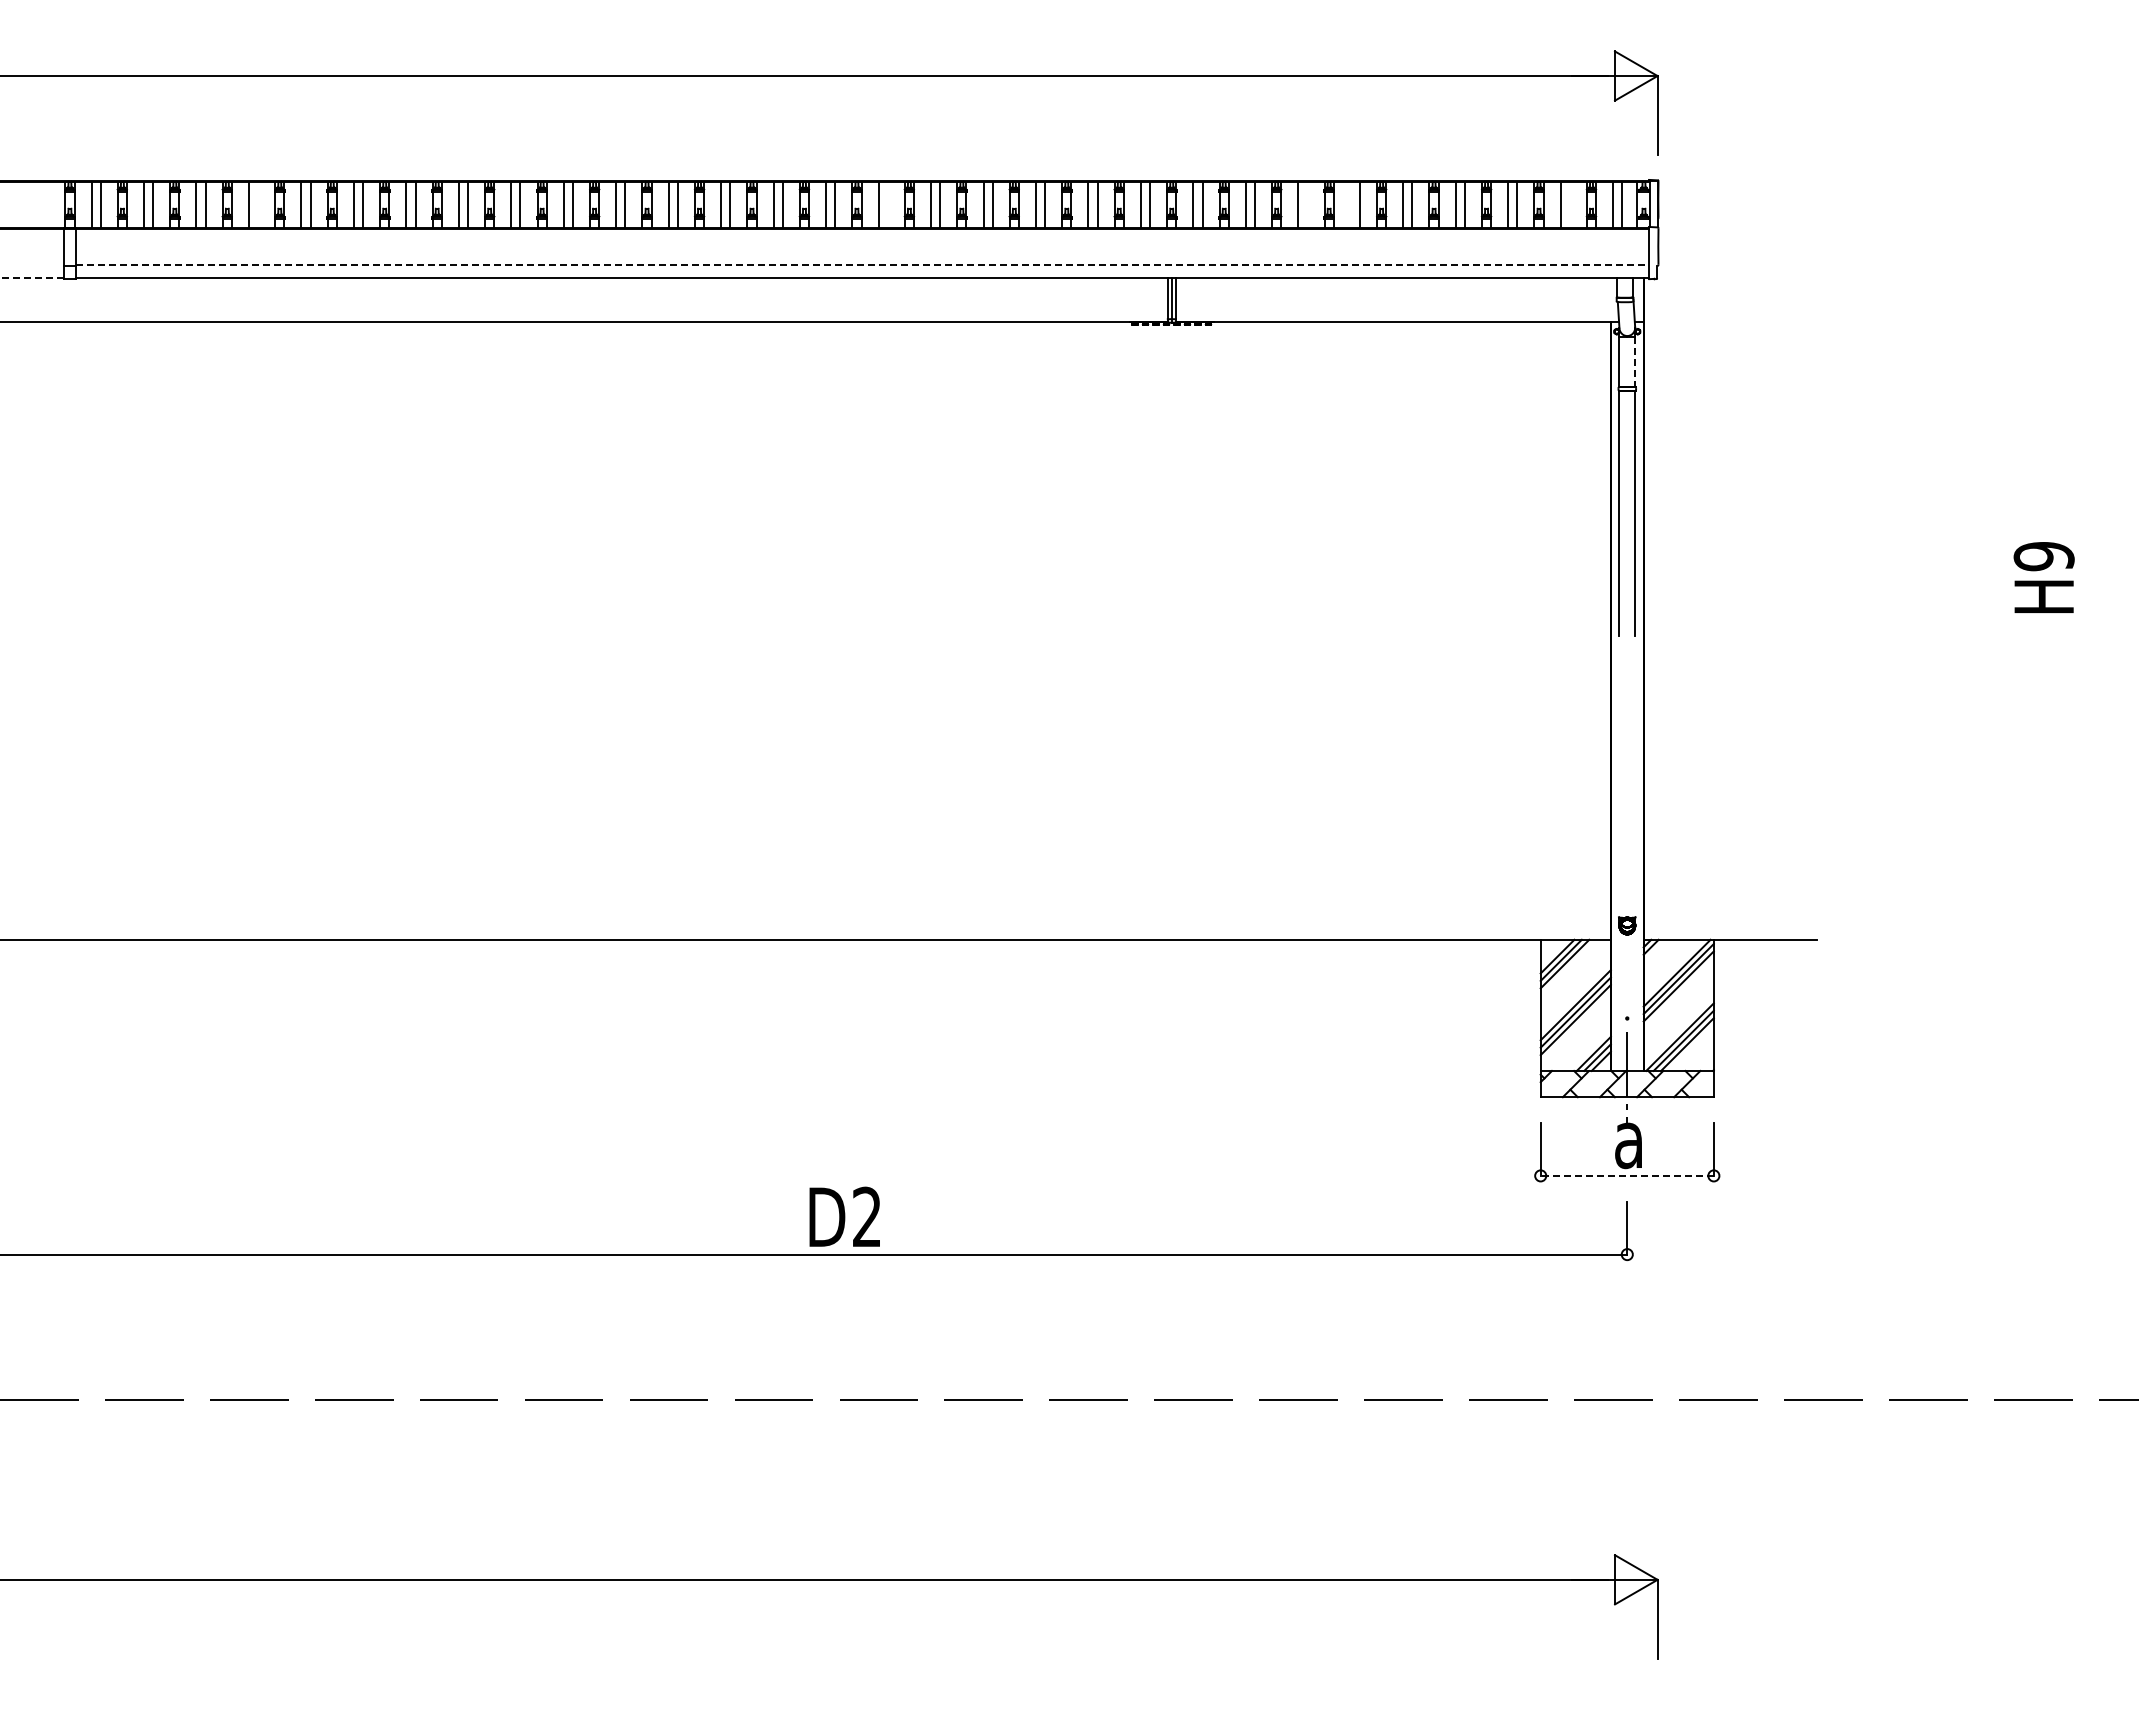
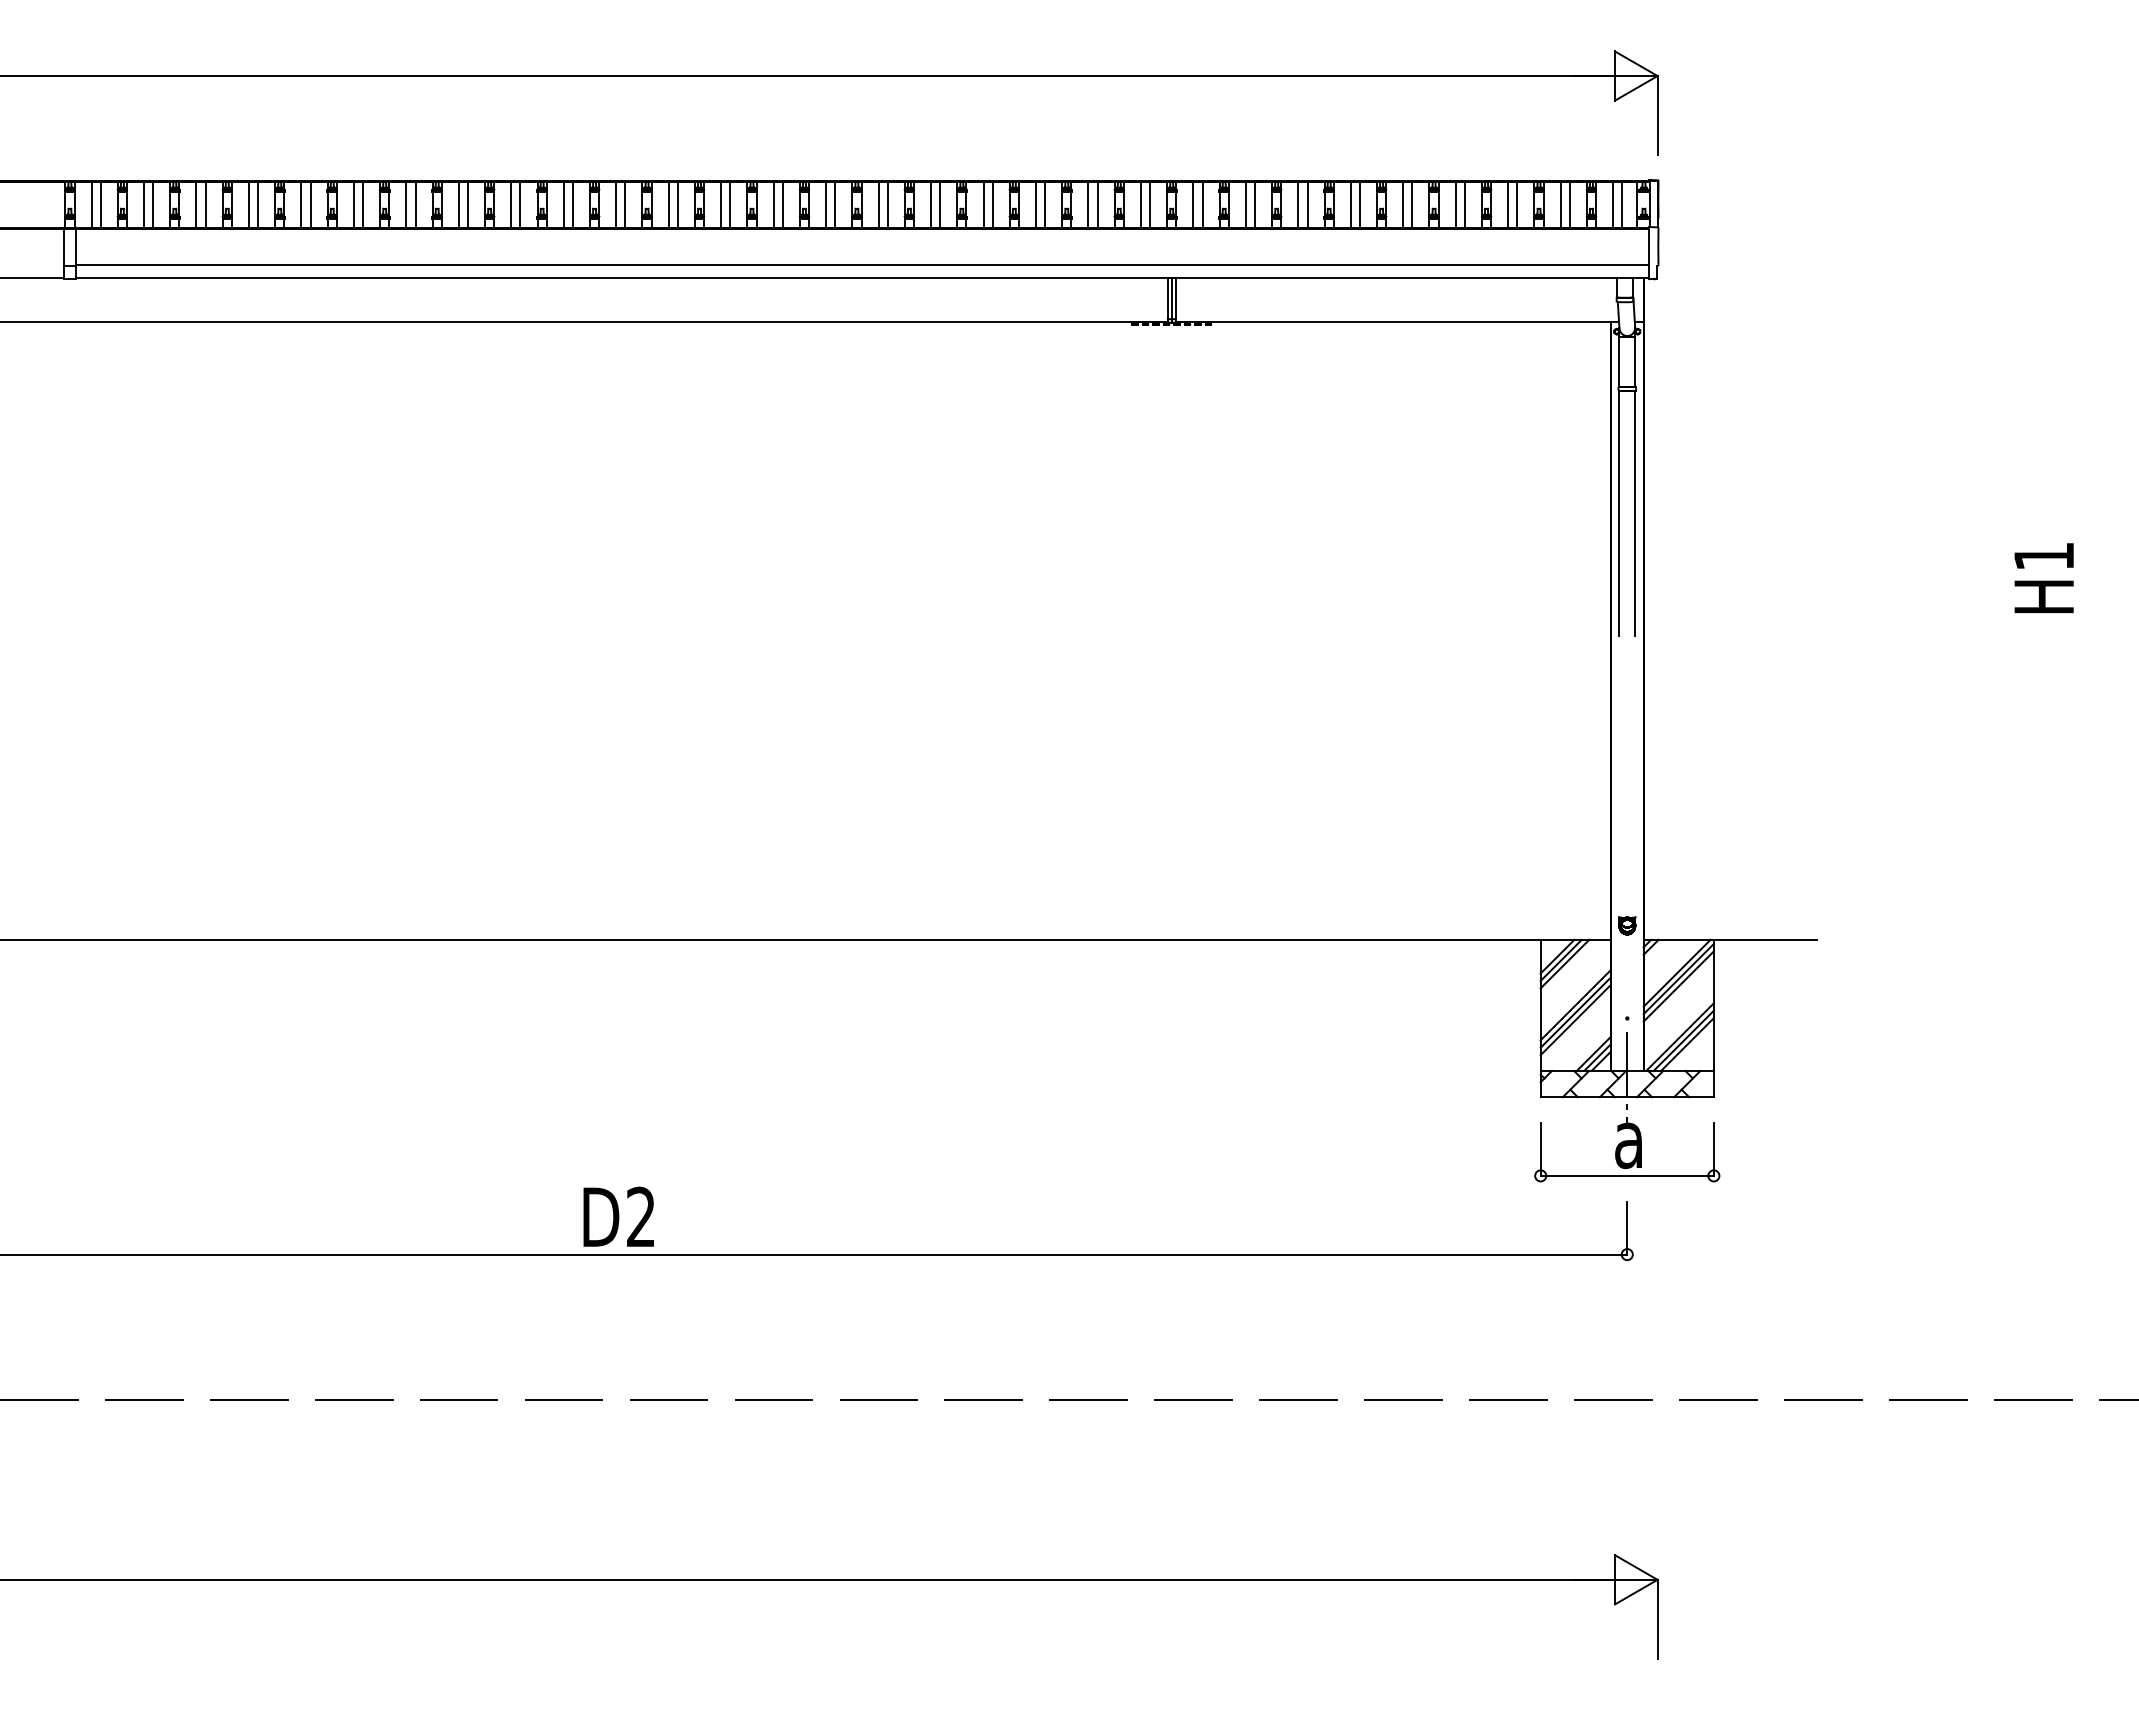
line at (258, 204): none -> present
line at (887, 204): none -> present
line at (1307, 204): none -> present
line at (1350, 204): none -> present
line at (1569, 204): none -> present
line at (862, 265): dashed -> solid
line at (32, 278): dashed -> solid
line at (1635, 361): dashed -> solid
text at (2043, 556): H9 -> H1
line at (1627, 1175): dashed -> solid
text at (844, 1216) position: (844, 1216) -> (618, 1216)
